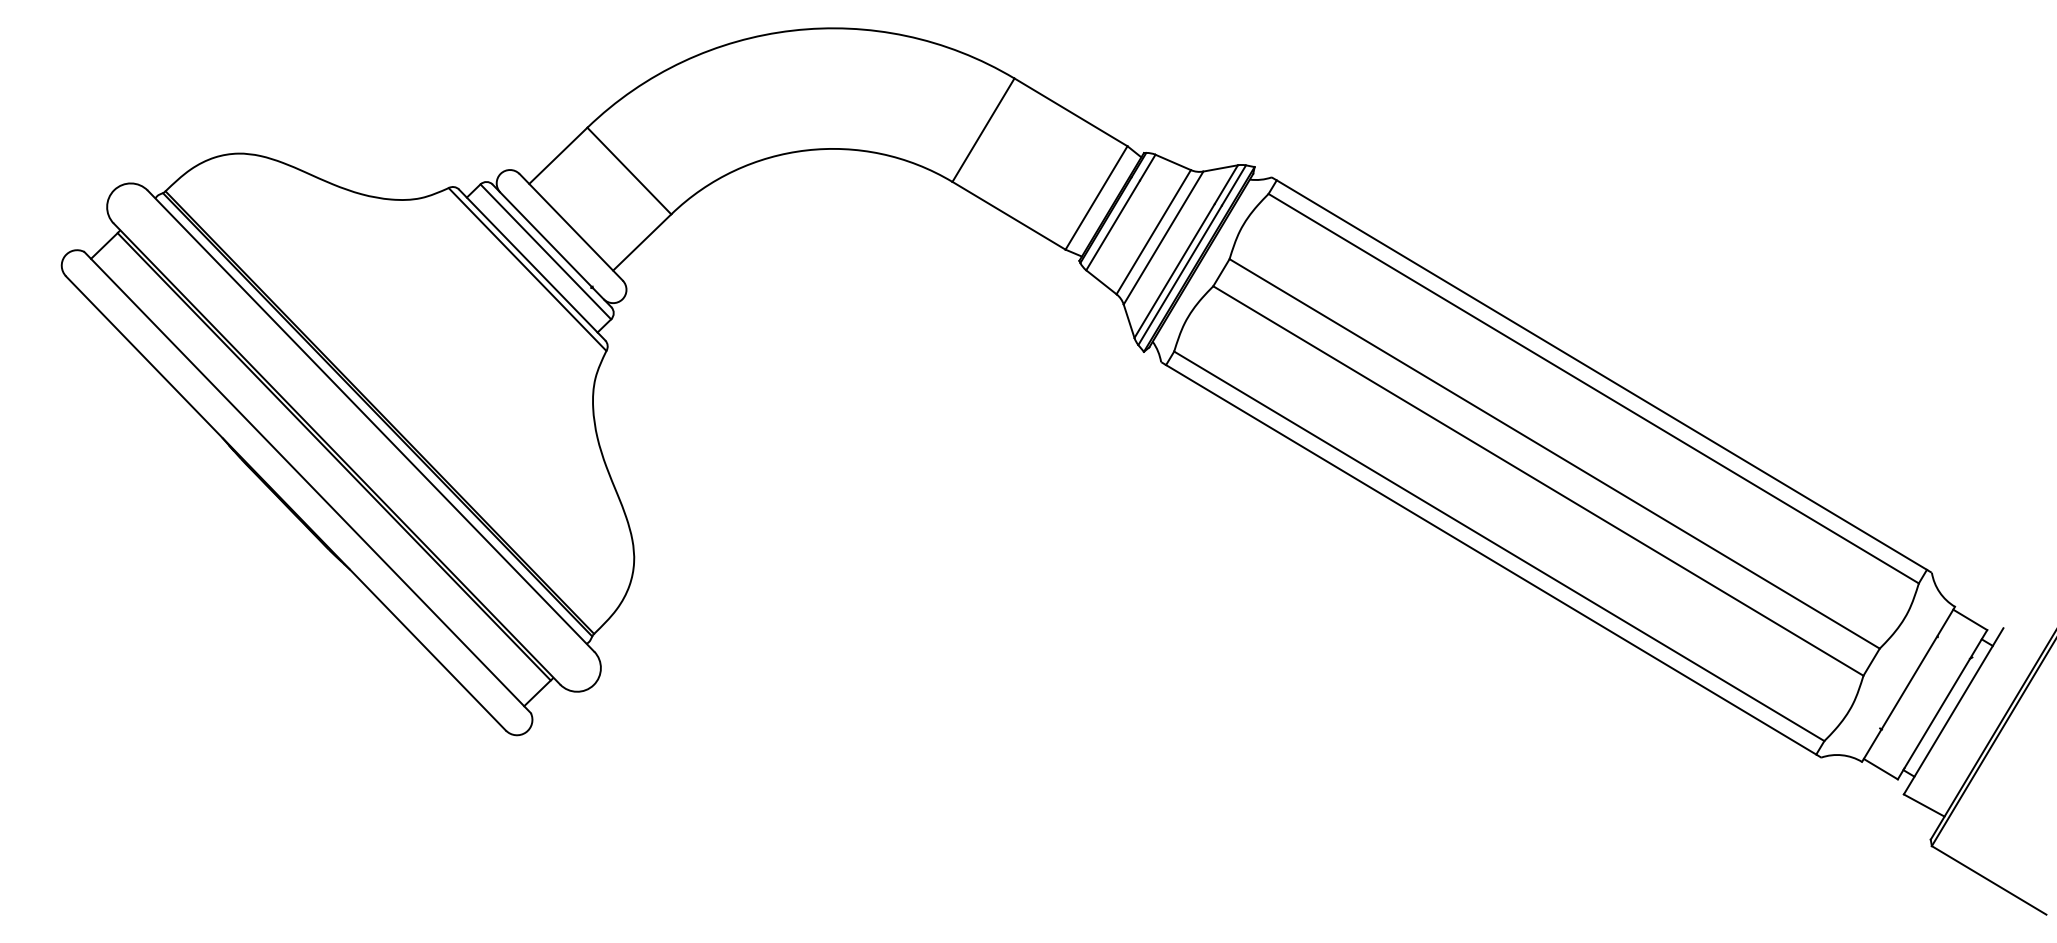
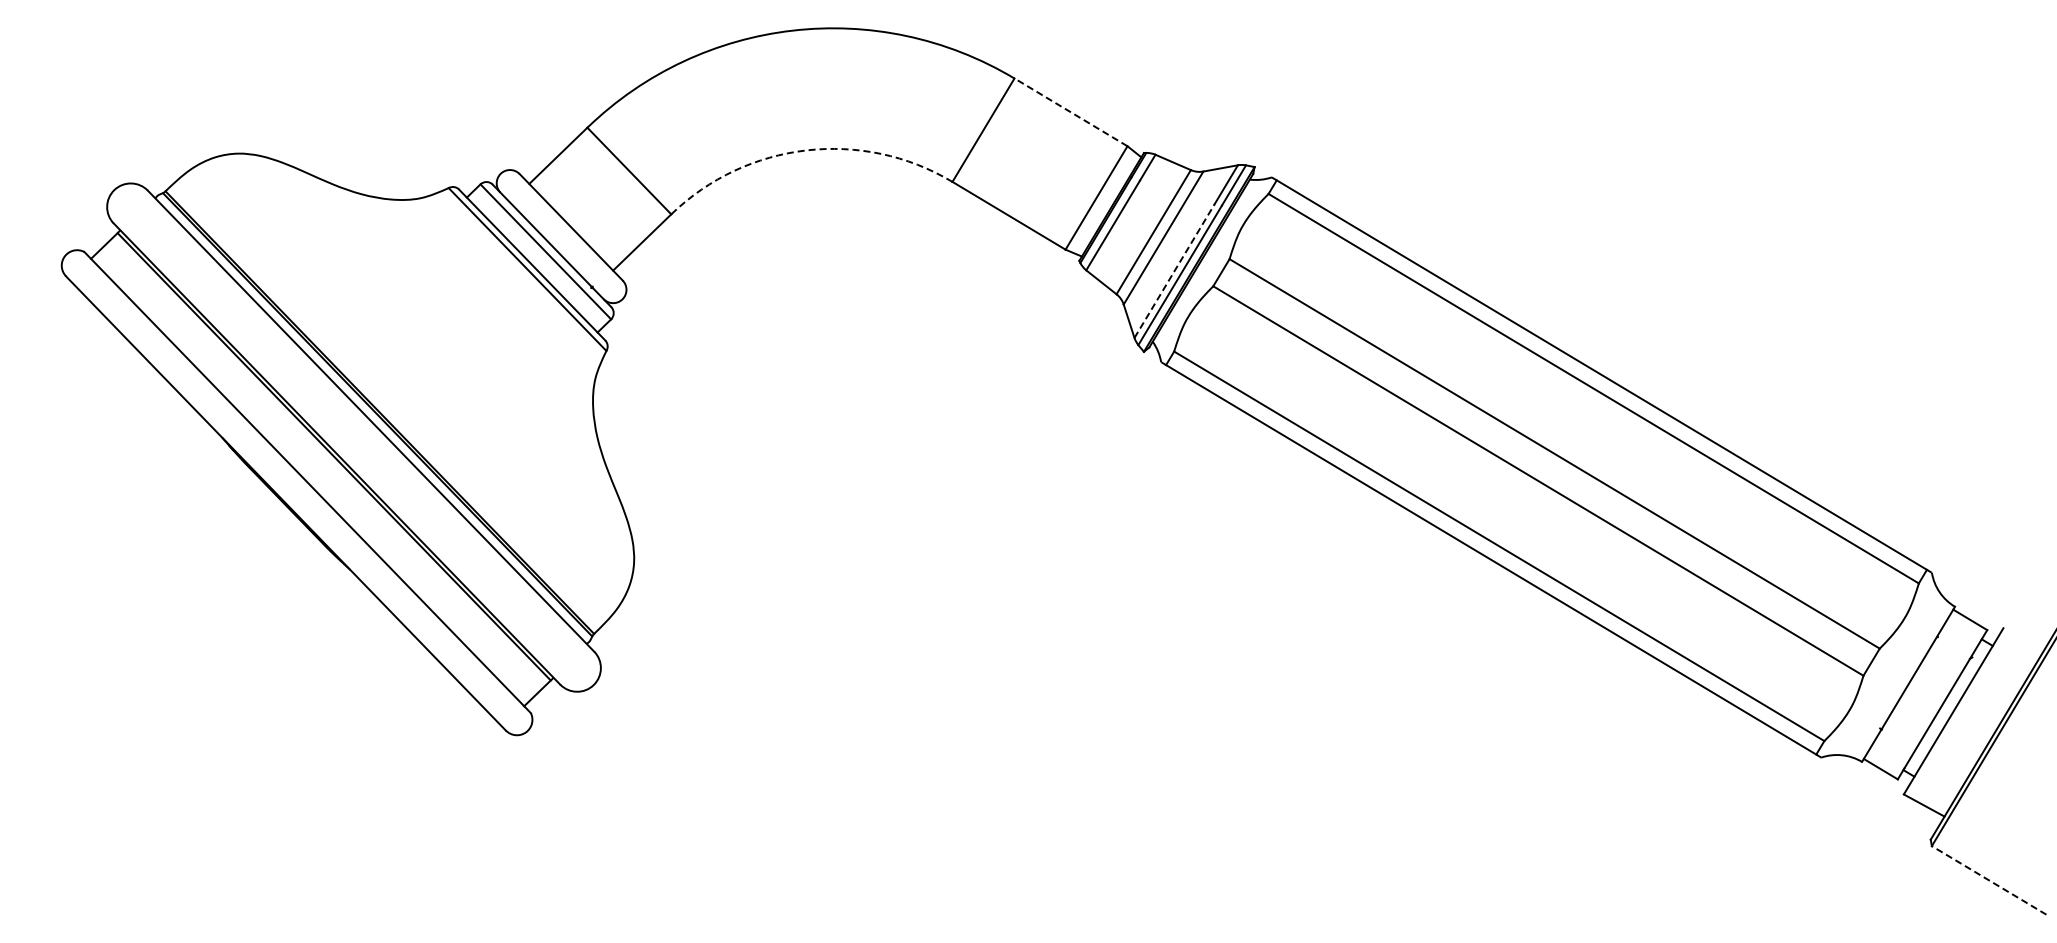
line at (1071, 112): solid -> dashed
arc at (806, 150): solid -> dashed
line at (1174, 270): solid -> dashed
line at (1989, 880): solid -> dashed
